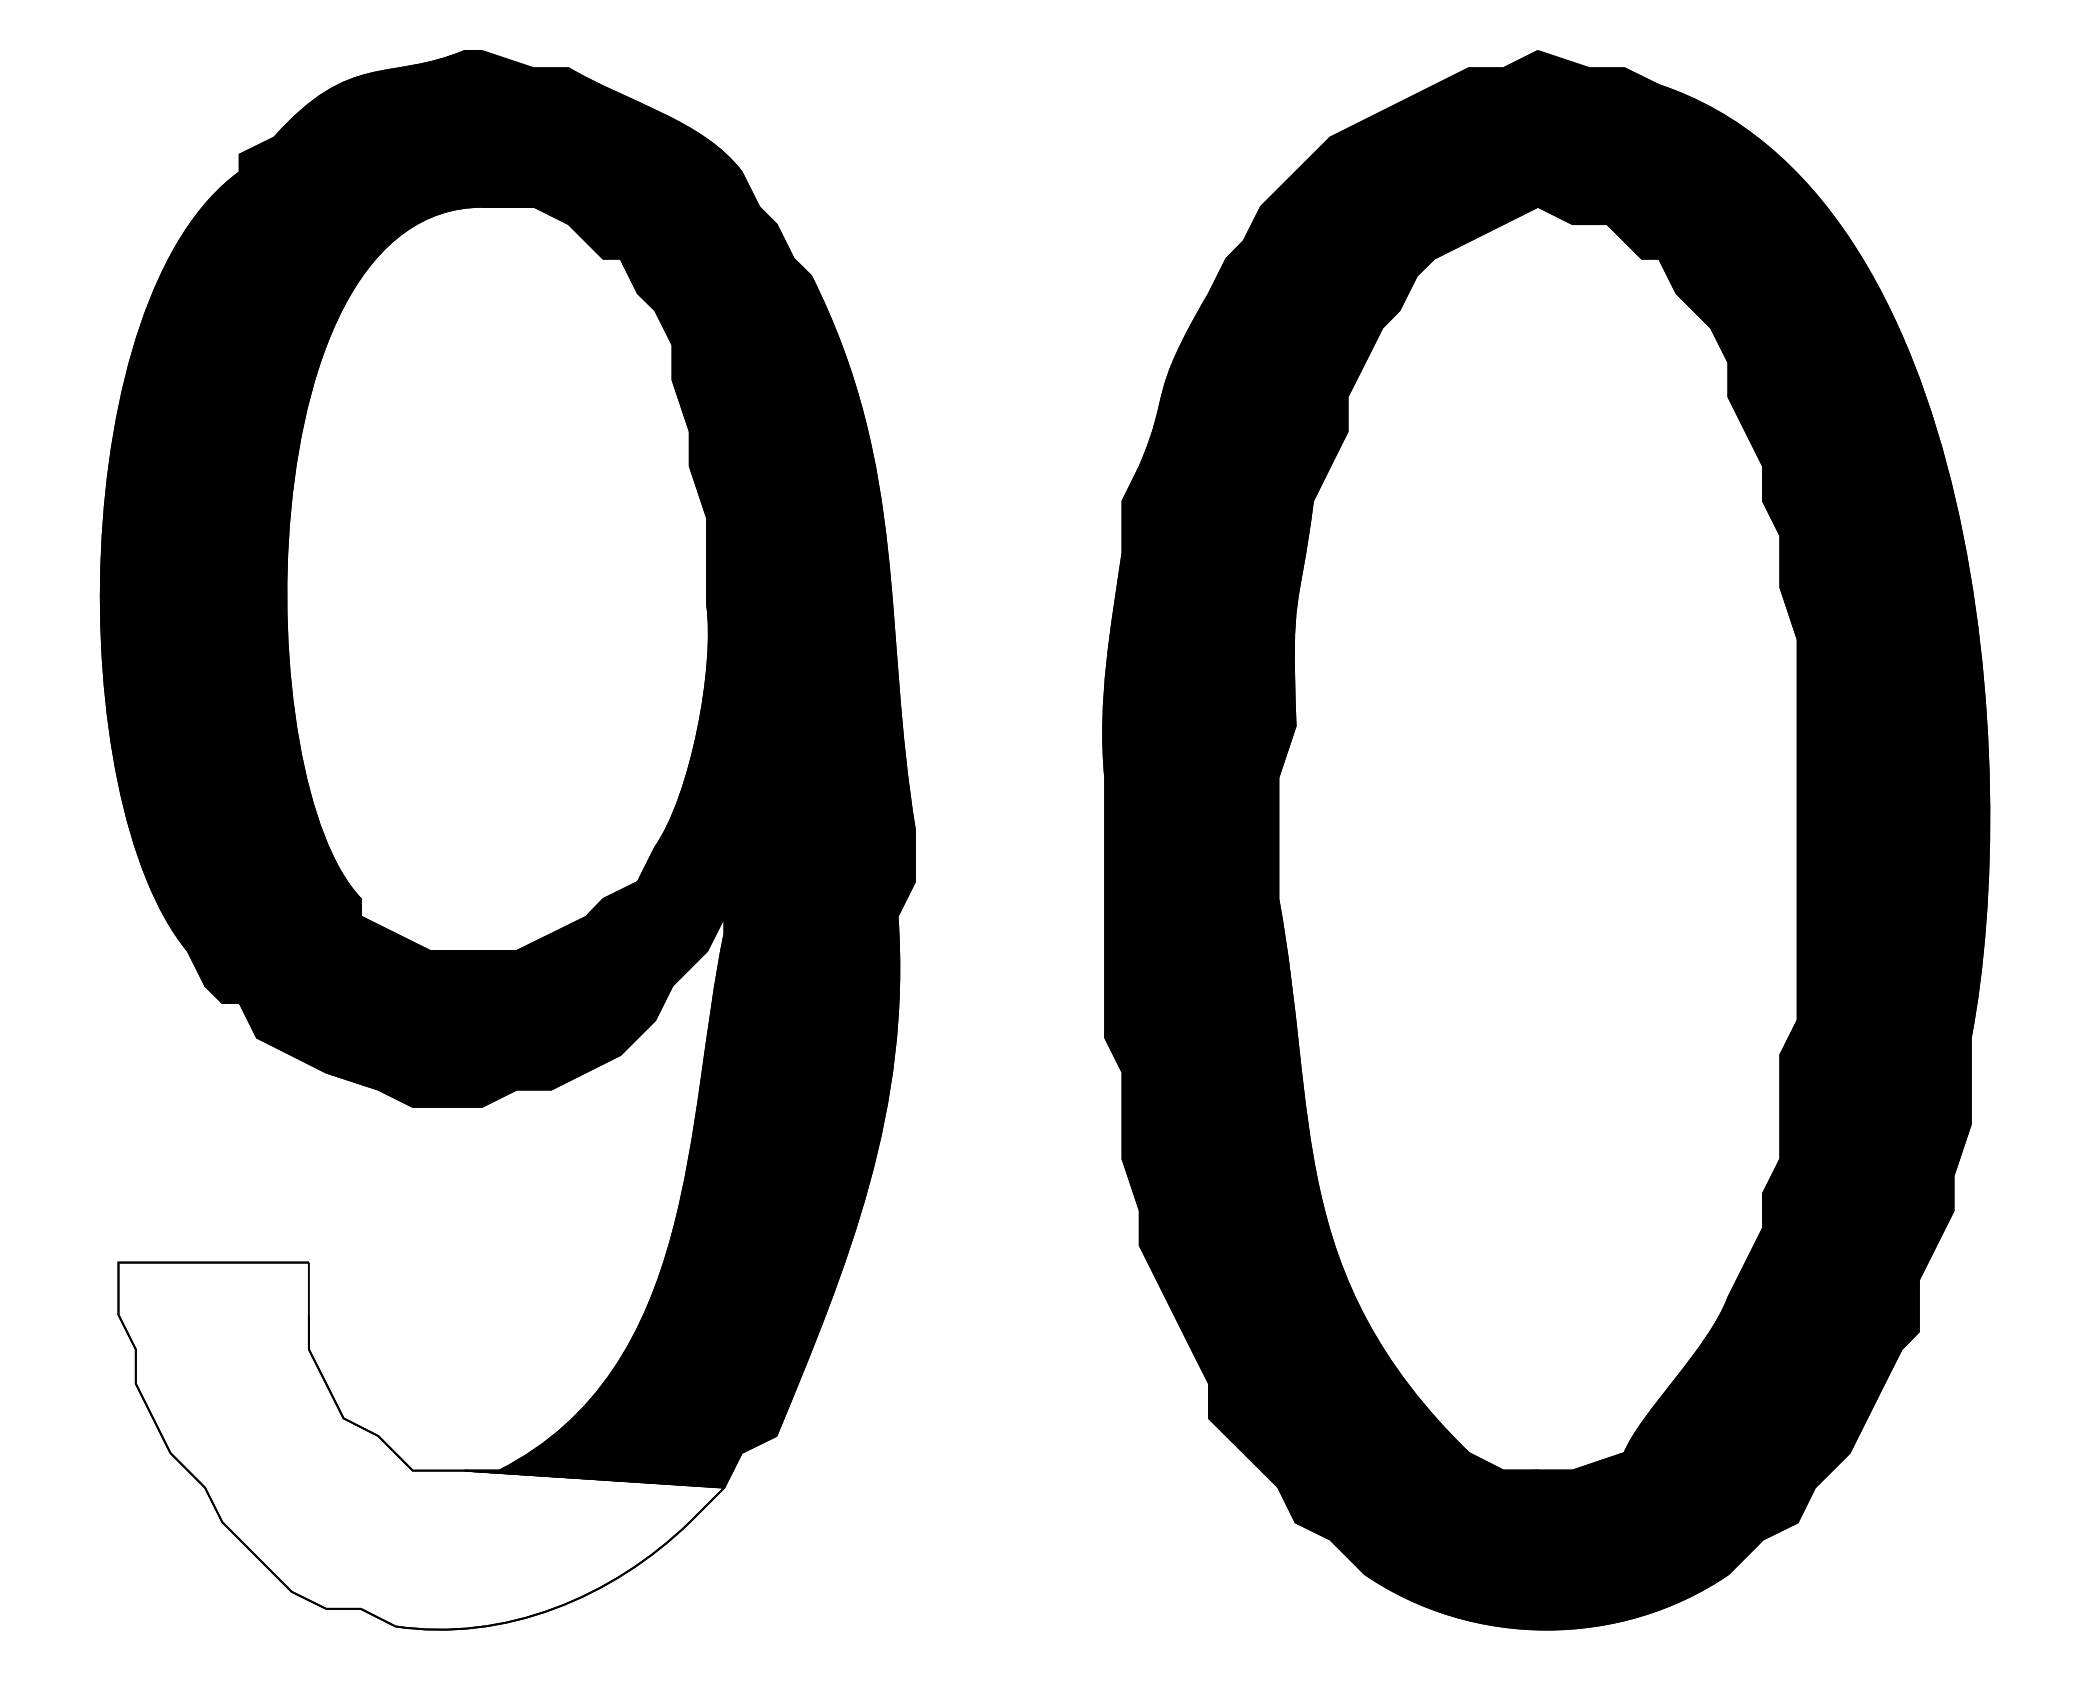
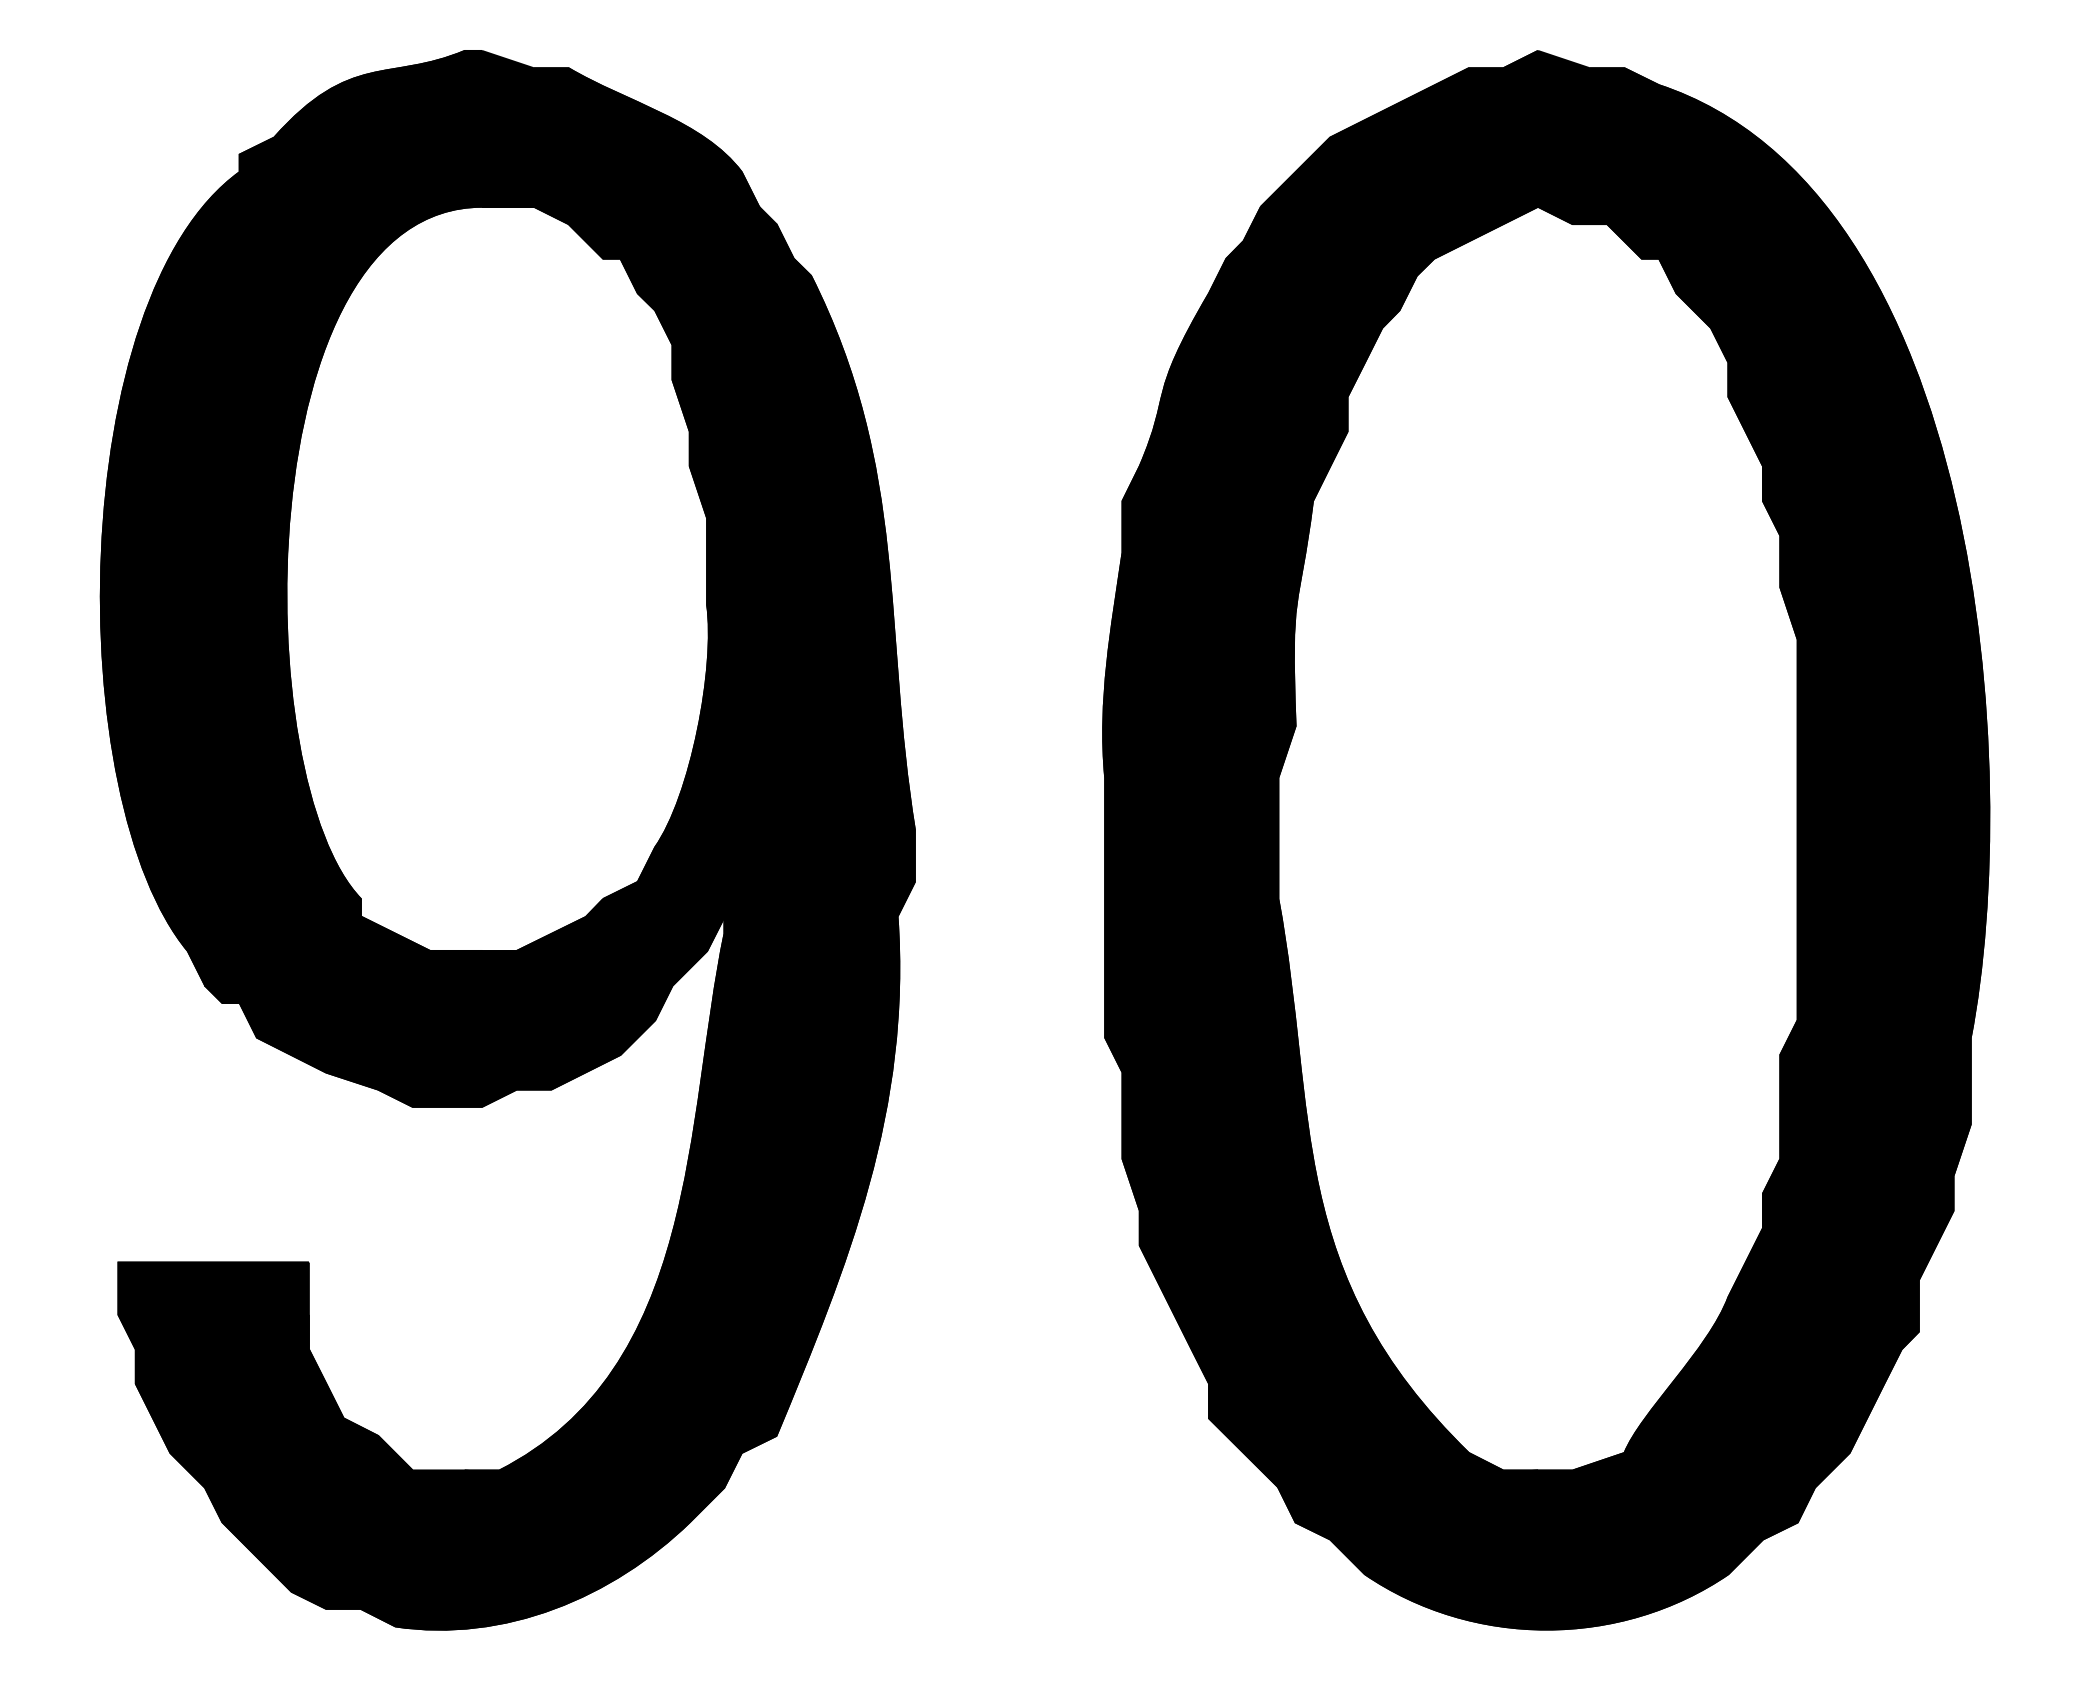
fill at (421, 1445): none -> present
